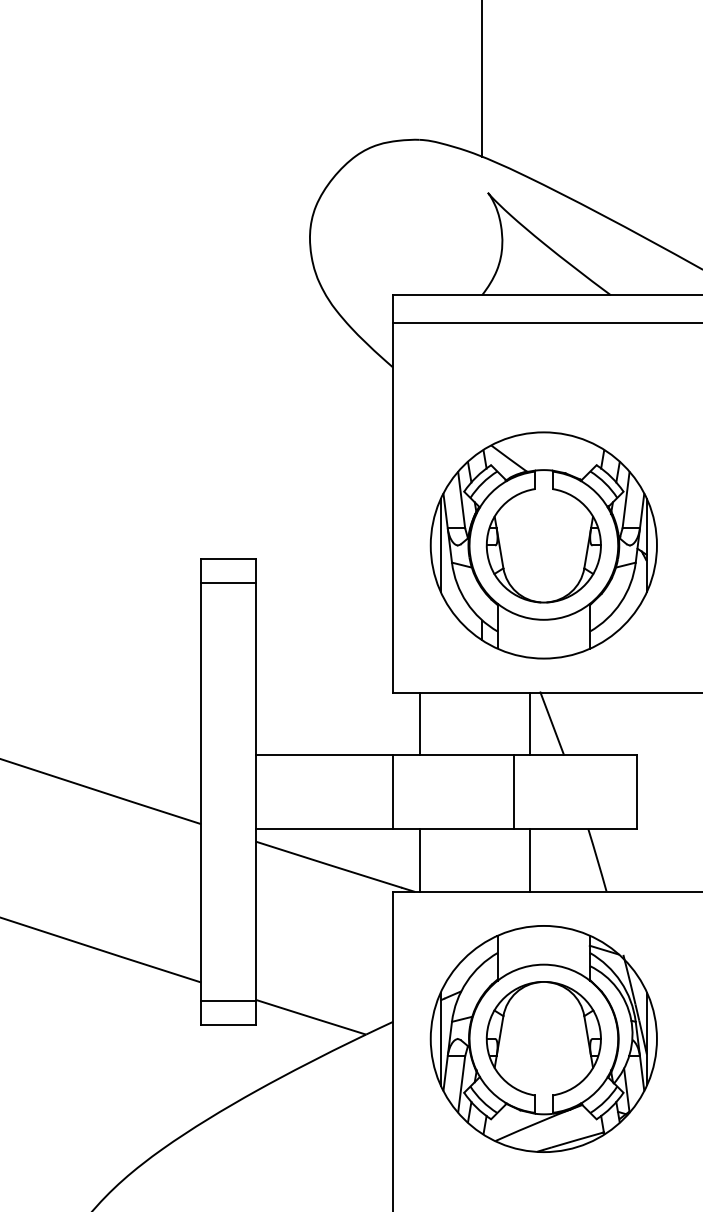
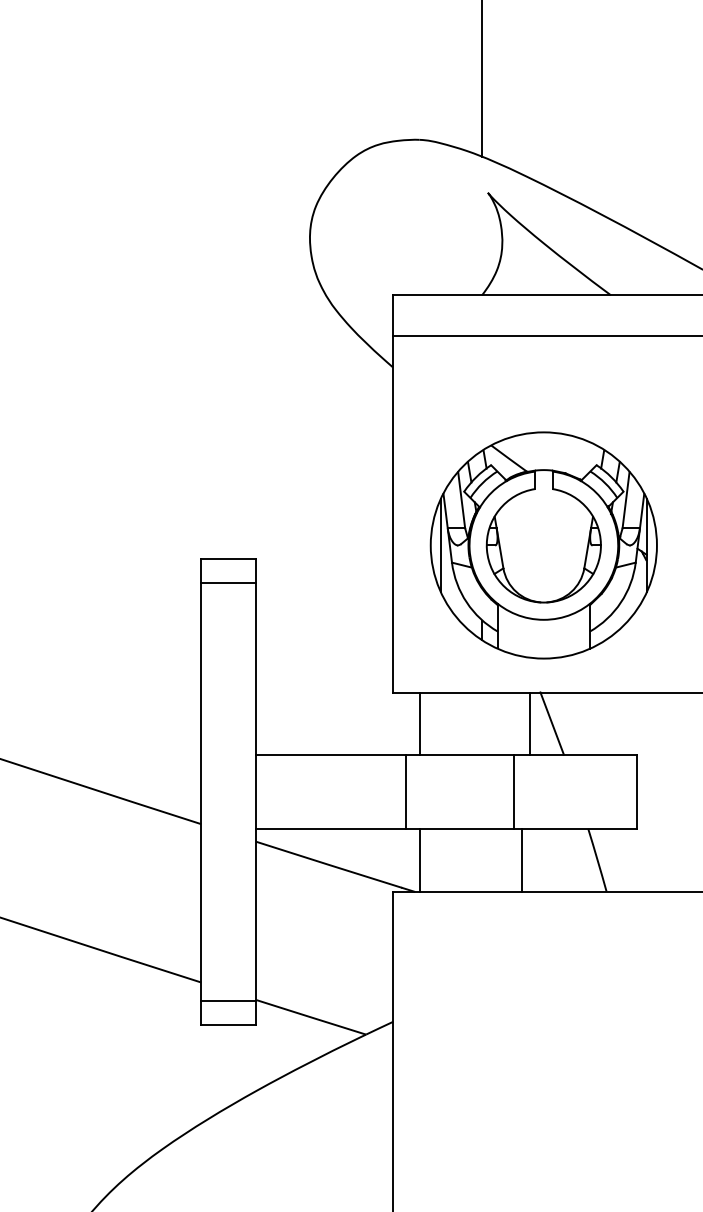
line at (546, 322) position: (546, 322) -> (546, 335)
line at (393, 792) position: (393, 792) -> (406, 792)
line at (530, 860) position: (530, 860) -> (522, 860)
part at (543, 1038): present -> none
